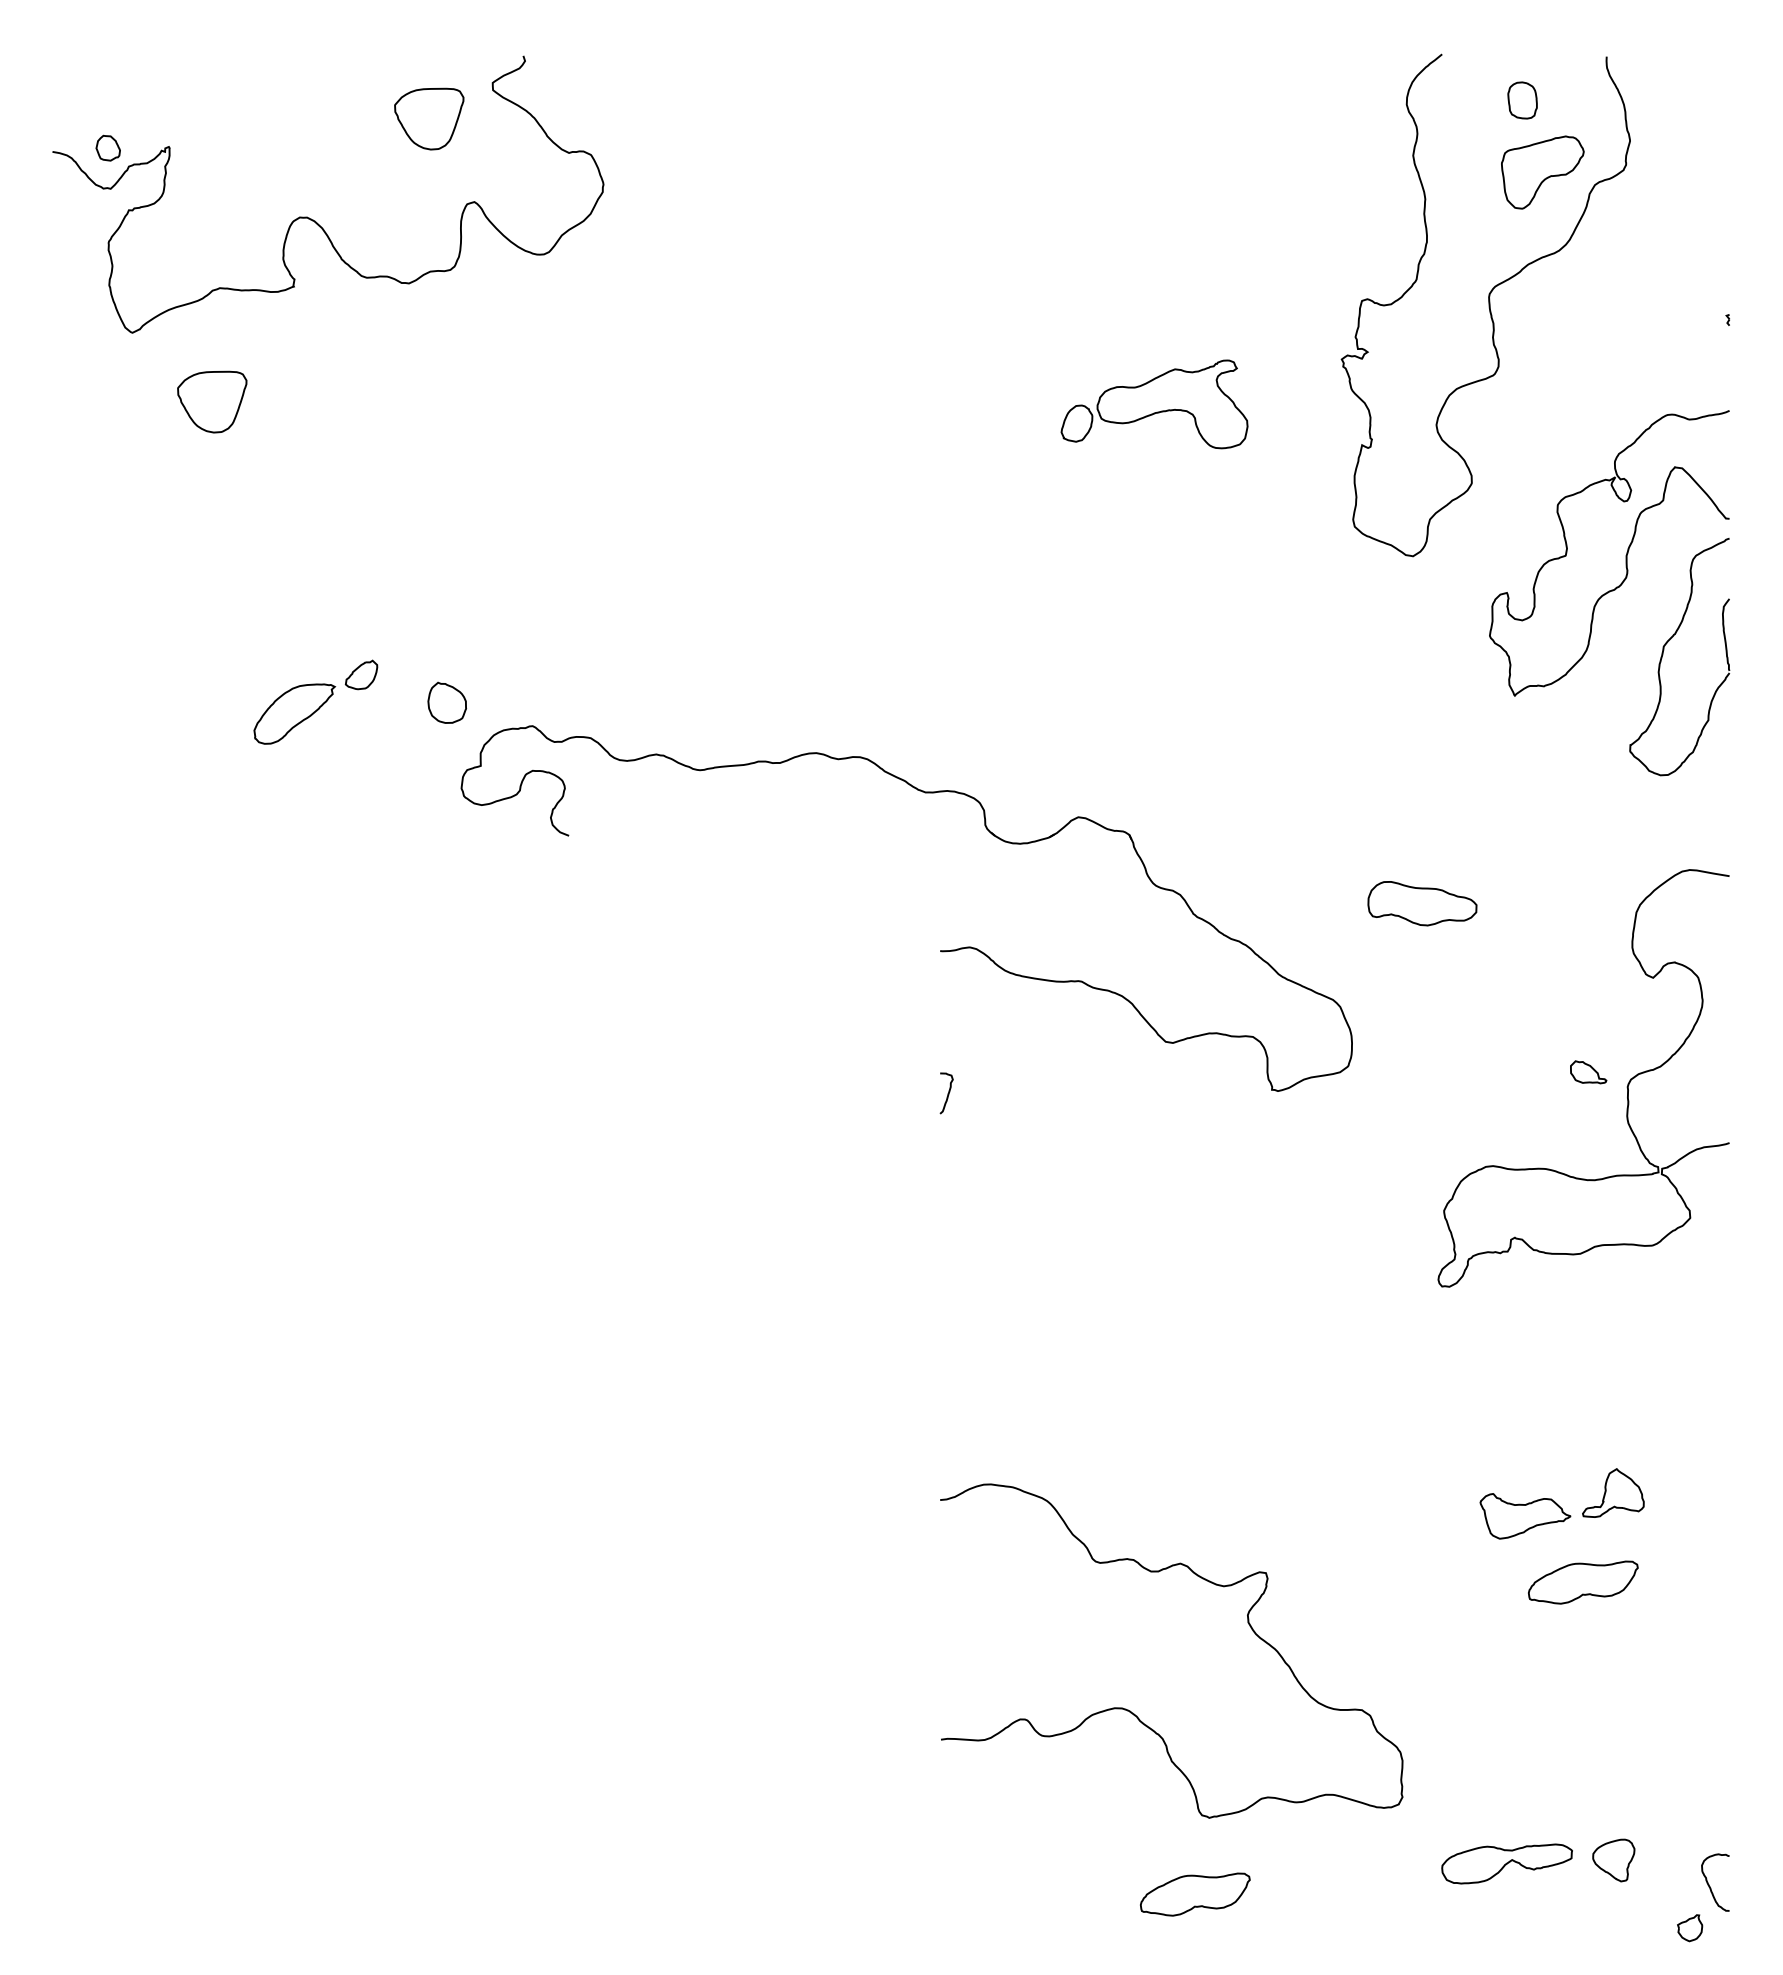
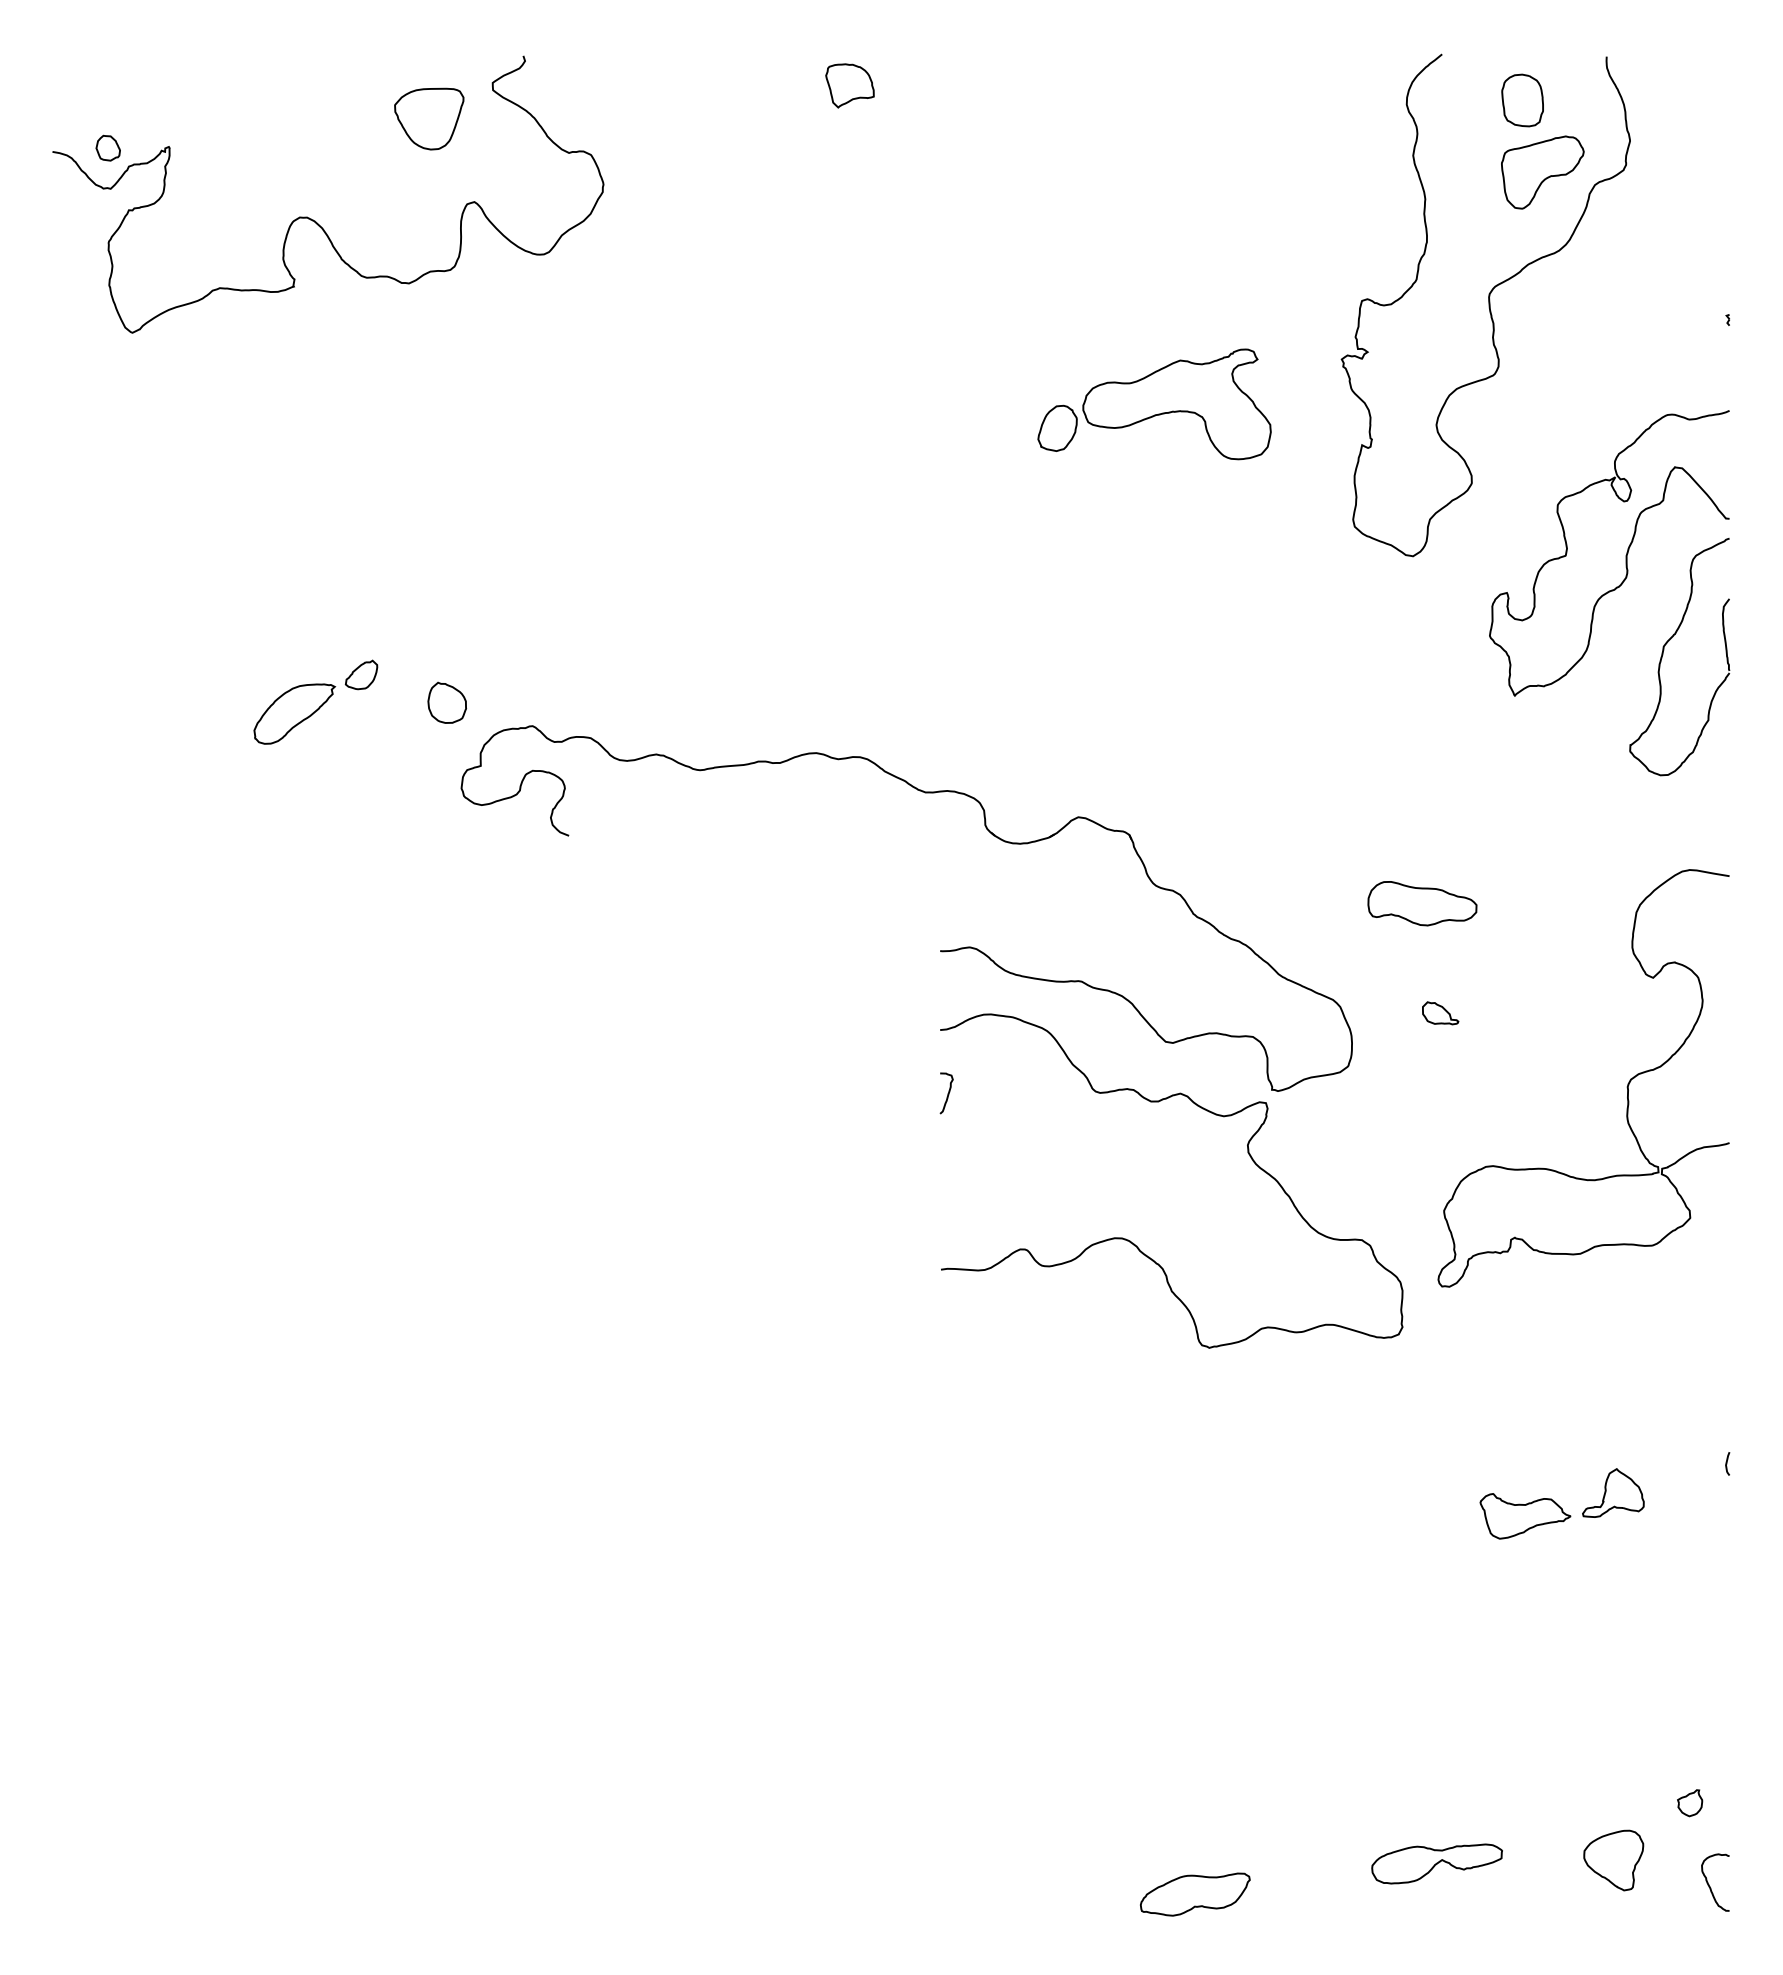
part at (849, 85): none -> present
part at (1522, 100) size: 31x39 px -> 43x55 px
part at (212, 401): present -> none
part at (1154, 404) size: 189x91 px -> 235x113 px
part at (1588, 1072) position: (1588, 1072) -> (1440, 1013)
curve at (1727, 1463): none -> present
part at (1583, 1582): present -> none
curve at (1130, 1710) position: (1130, 1710) -> (1130, 1240)
part at (1613, 1860) size: 44x45 px -> 62x63 px
part at (1506, 1863) position: (1506, 1863) -> (1436, 1863)
part at (1690, 1928) position: (1690, 1928) -> (1690, 1803)
